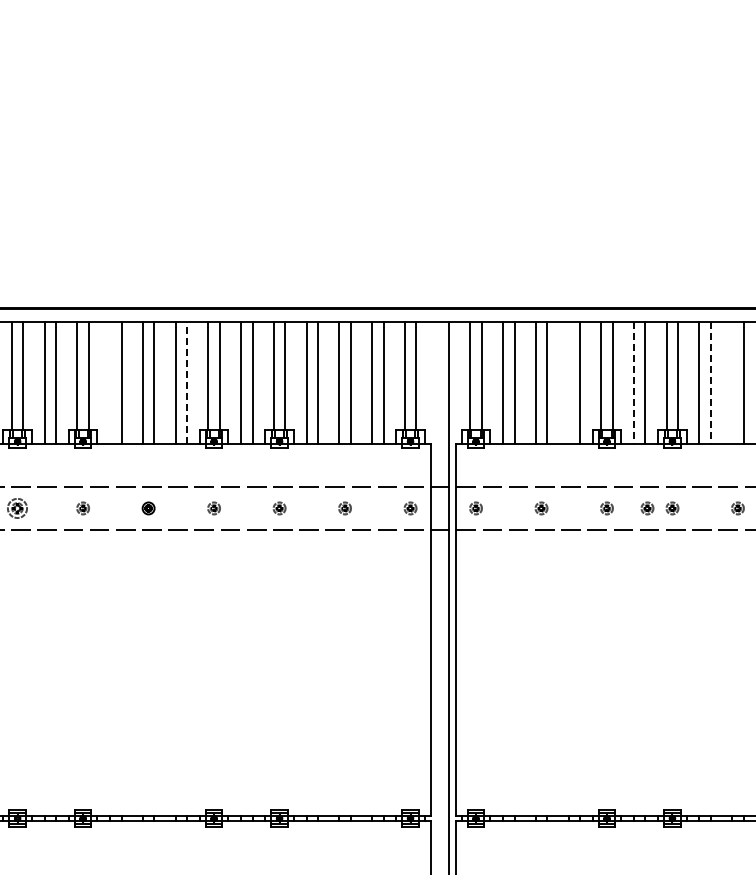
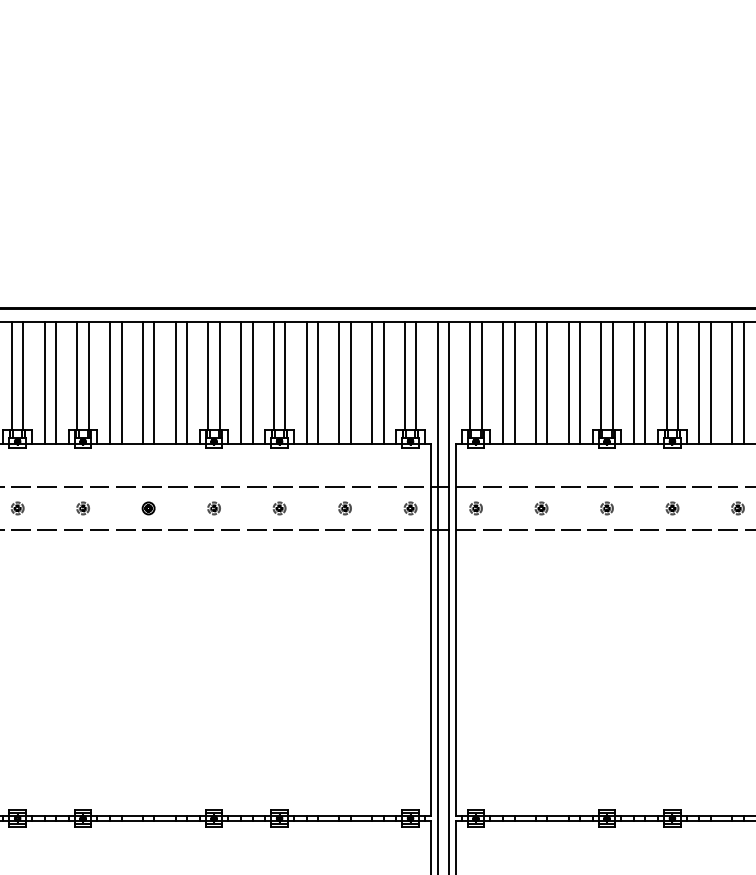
line at (110, 382): none -> present
line at (187, 382): dashed -> solid
line at (568, 382): none -> present
line at (732, 382): none -> present
line at (634, 383): dashed -> solid
line at (710, 383): dashed -> solid
part at (17, 508) size: 21x21 px -> 14x15 px
part at (647, 508): present -> none
line at (437, 596): none -> present
